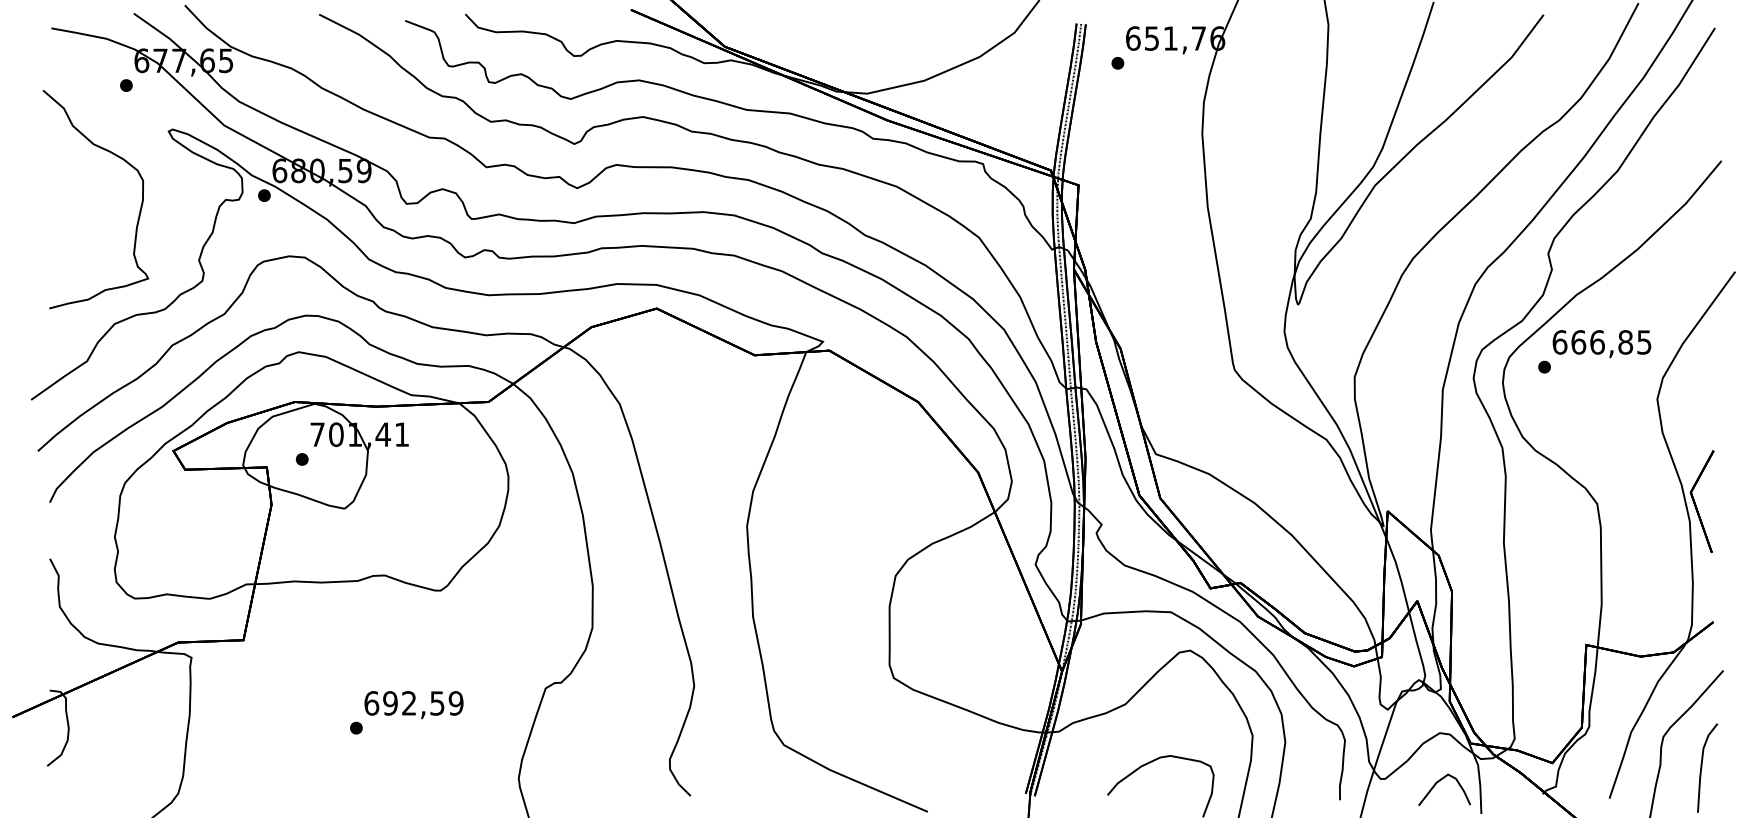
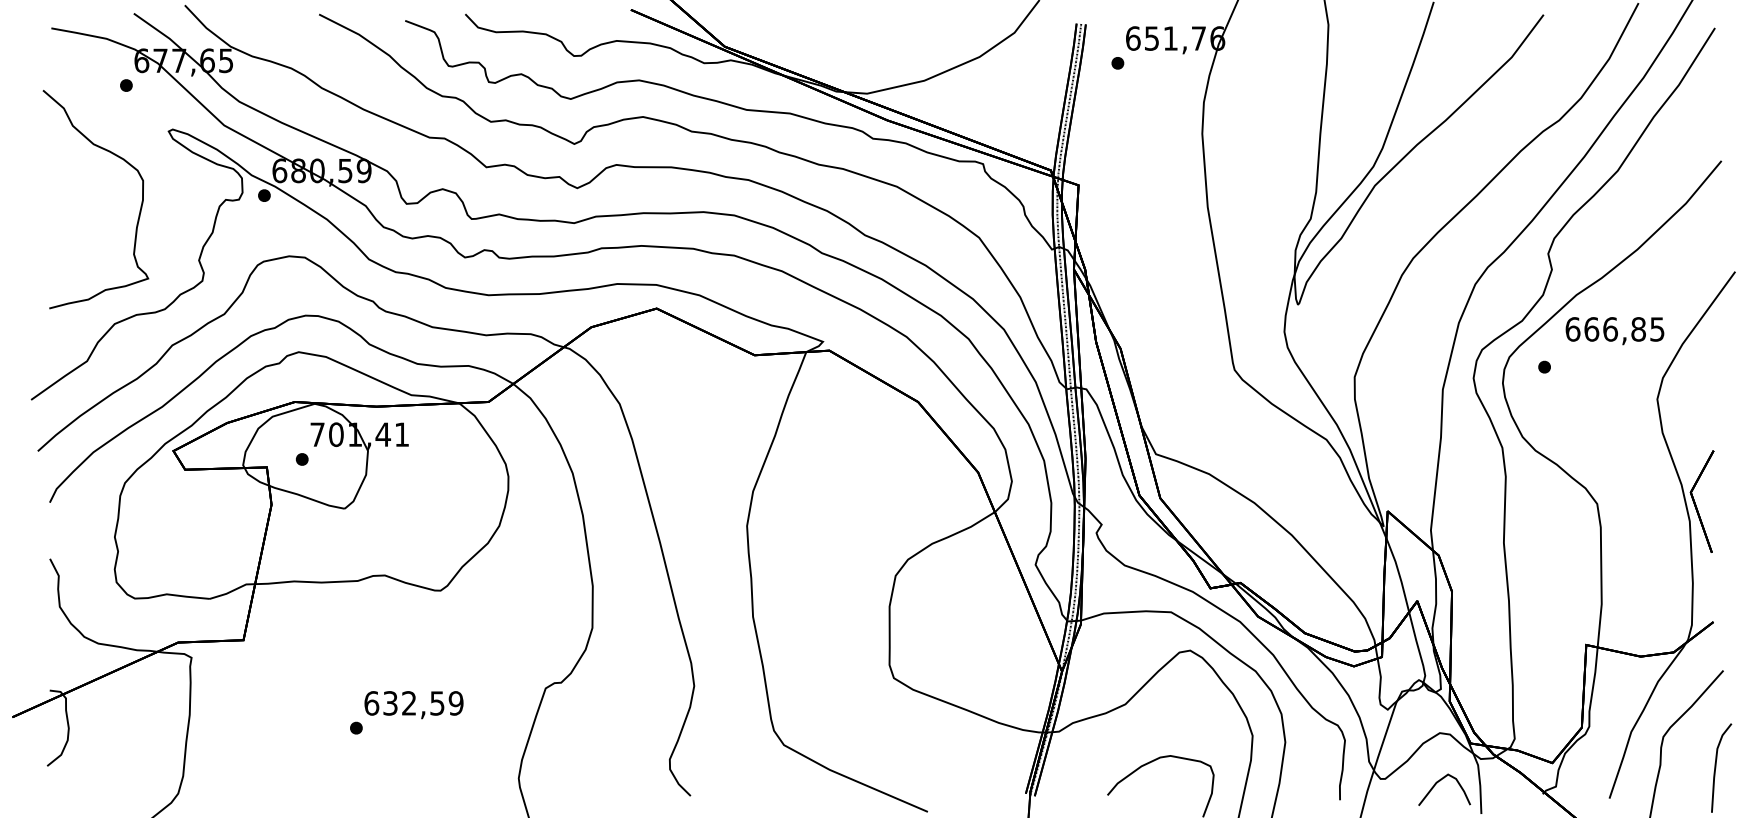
text at (1601, 344) position: (1601, 344) -> (1614, 331)
text at (390, 703): 692,59 -> 632,59
line at (1702, 767) position: (1702, 767) -> (1716, 767)
